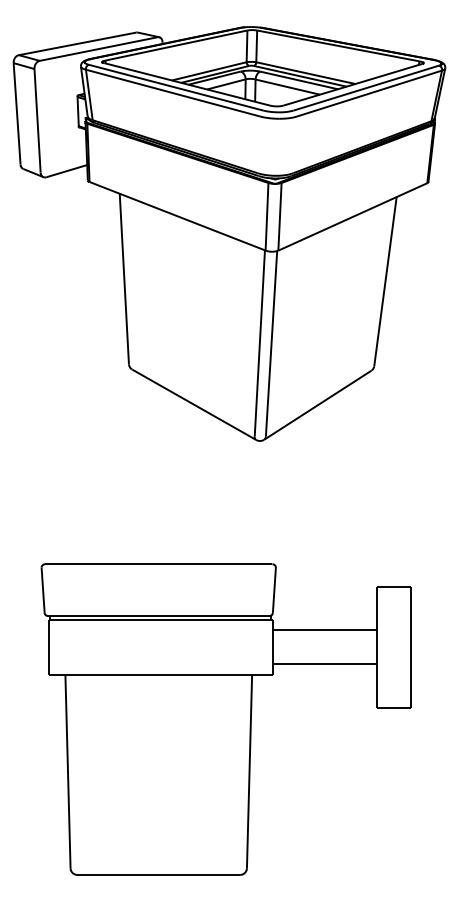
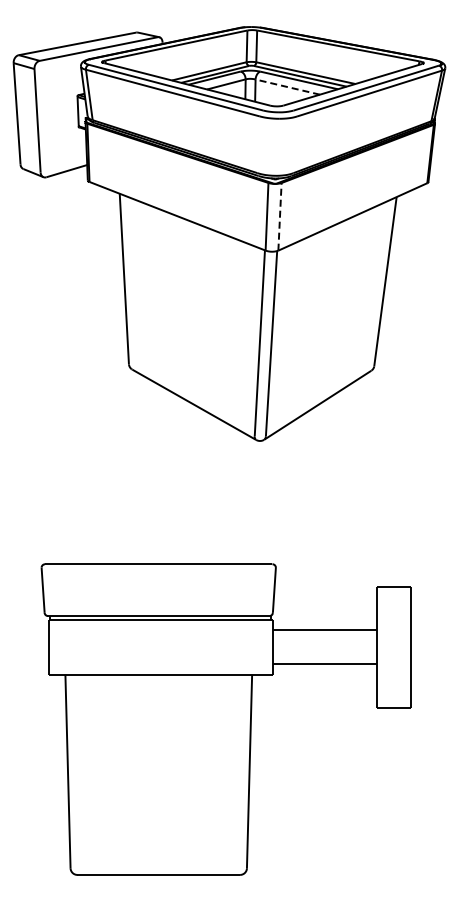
line at (287, 86): solid -> dashed
line at (279, 216): solid -> dashed
